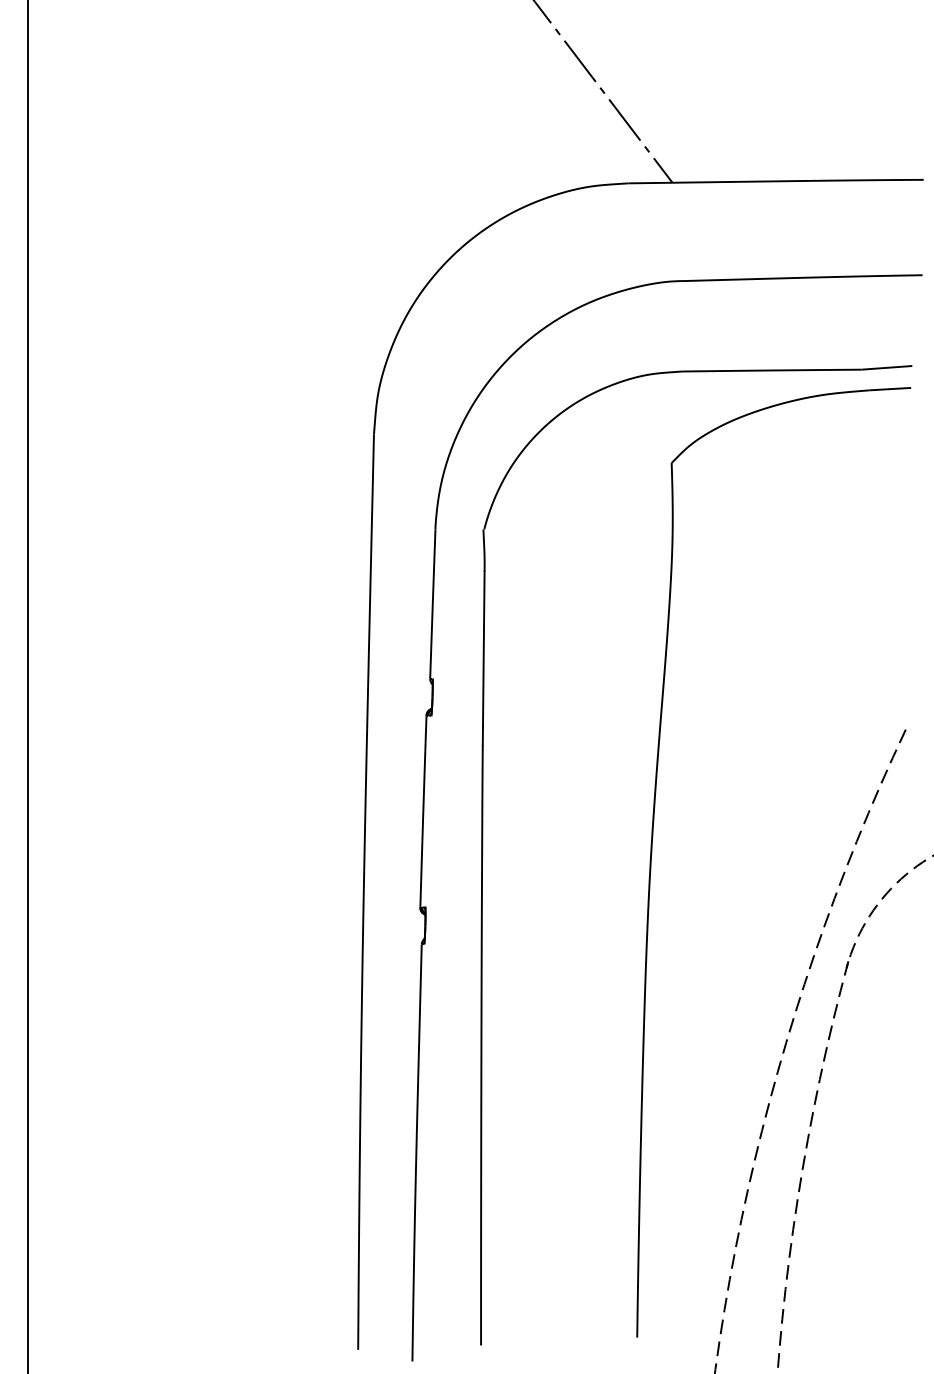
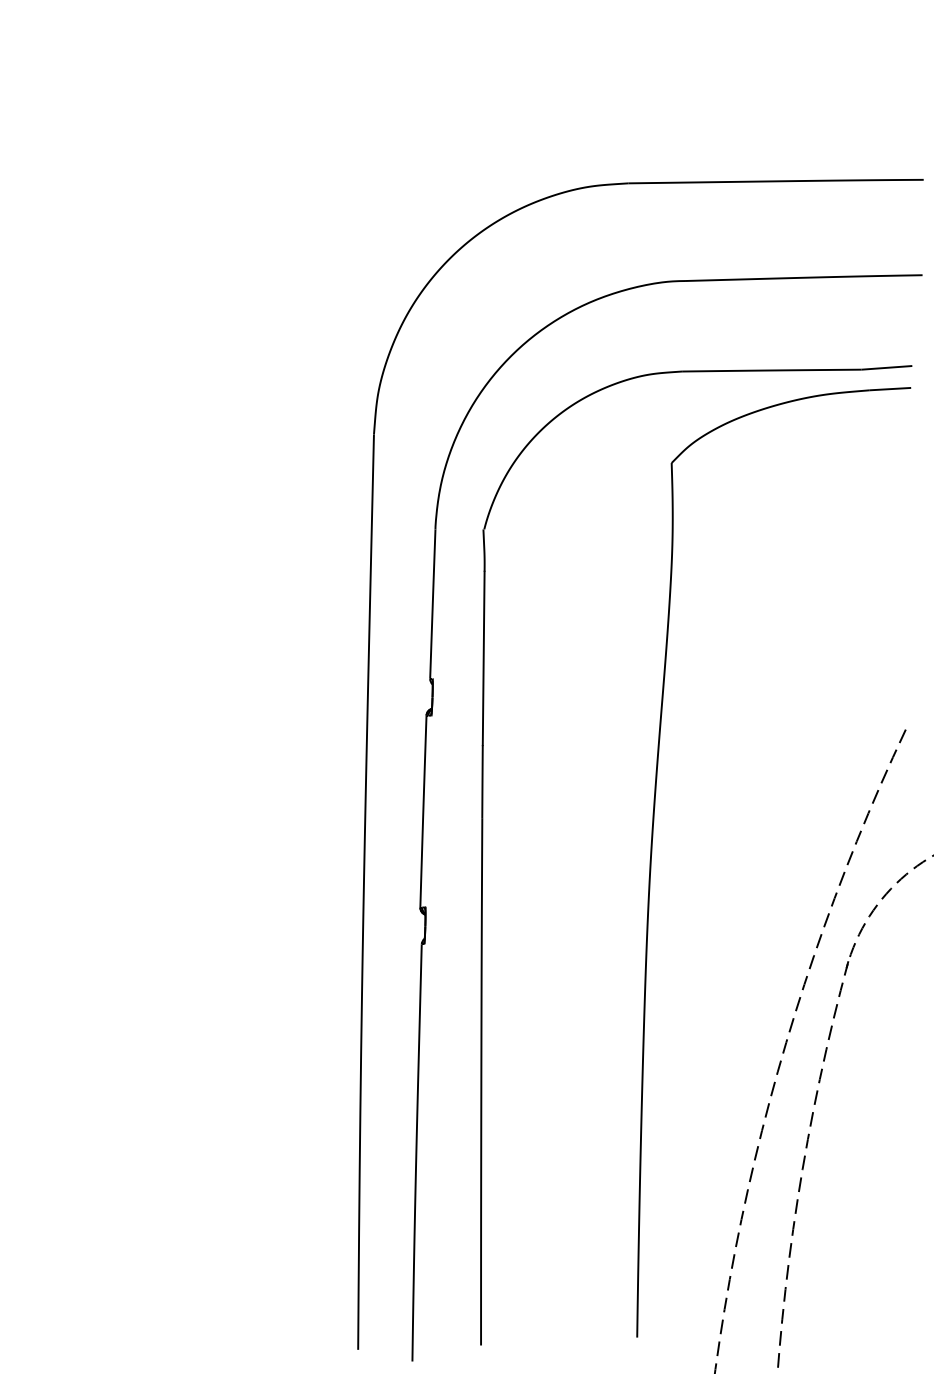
line at (603, 92): present -> none
line at (28, 686): present -> none
